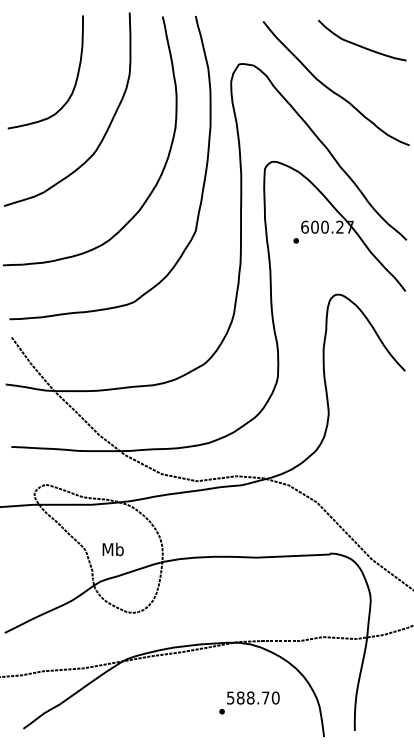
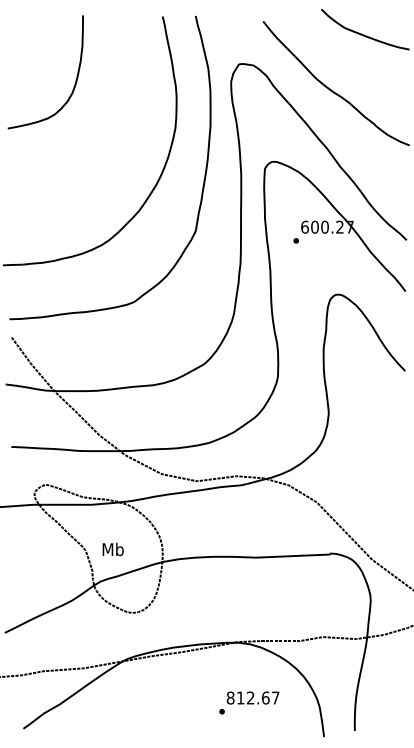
curve at (361, 45) position: (361, 45) -> (364, 34)
curve at (106, 129): present -> none
text at (252, 697): 588.70 -> 812.67
